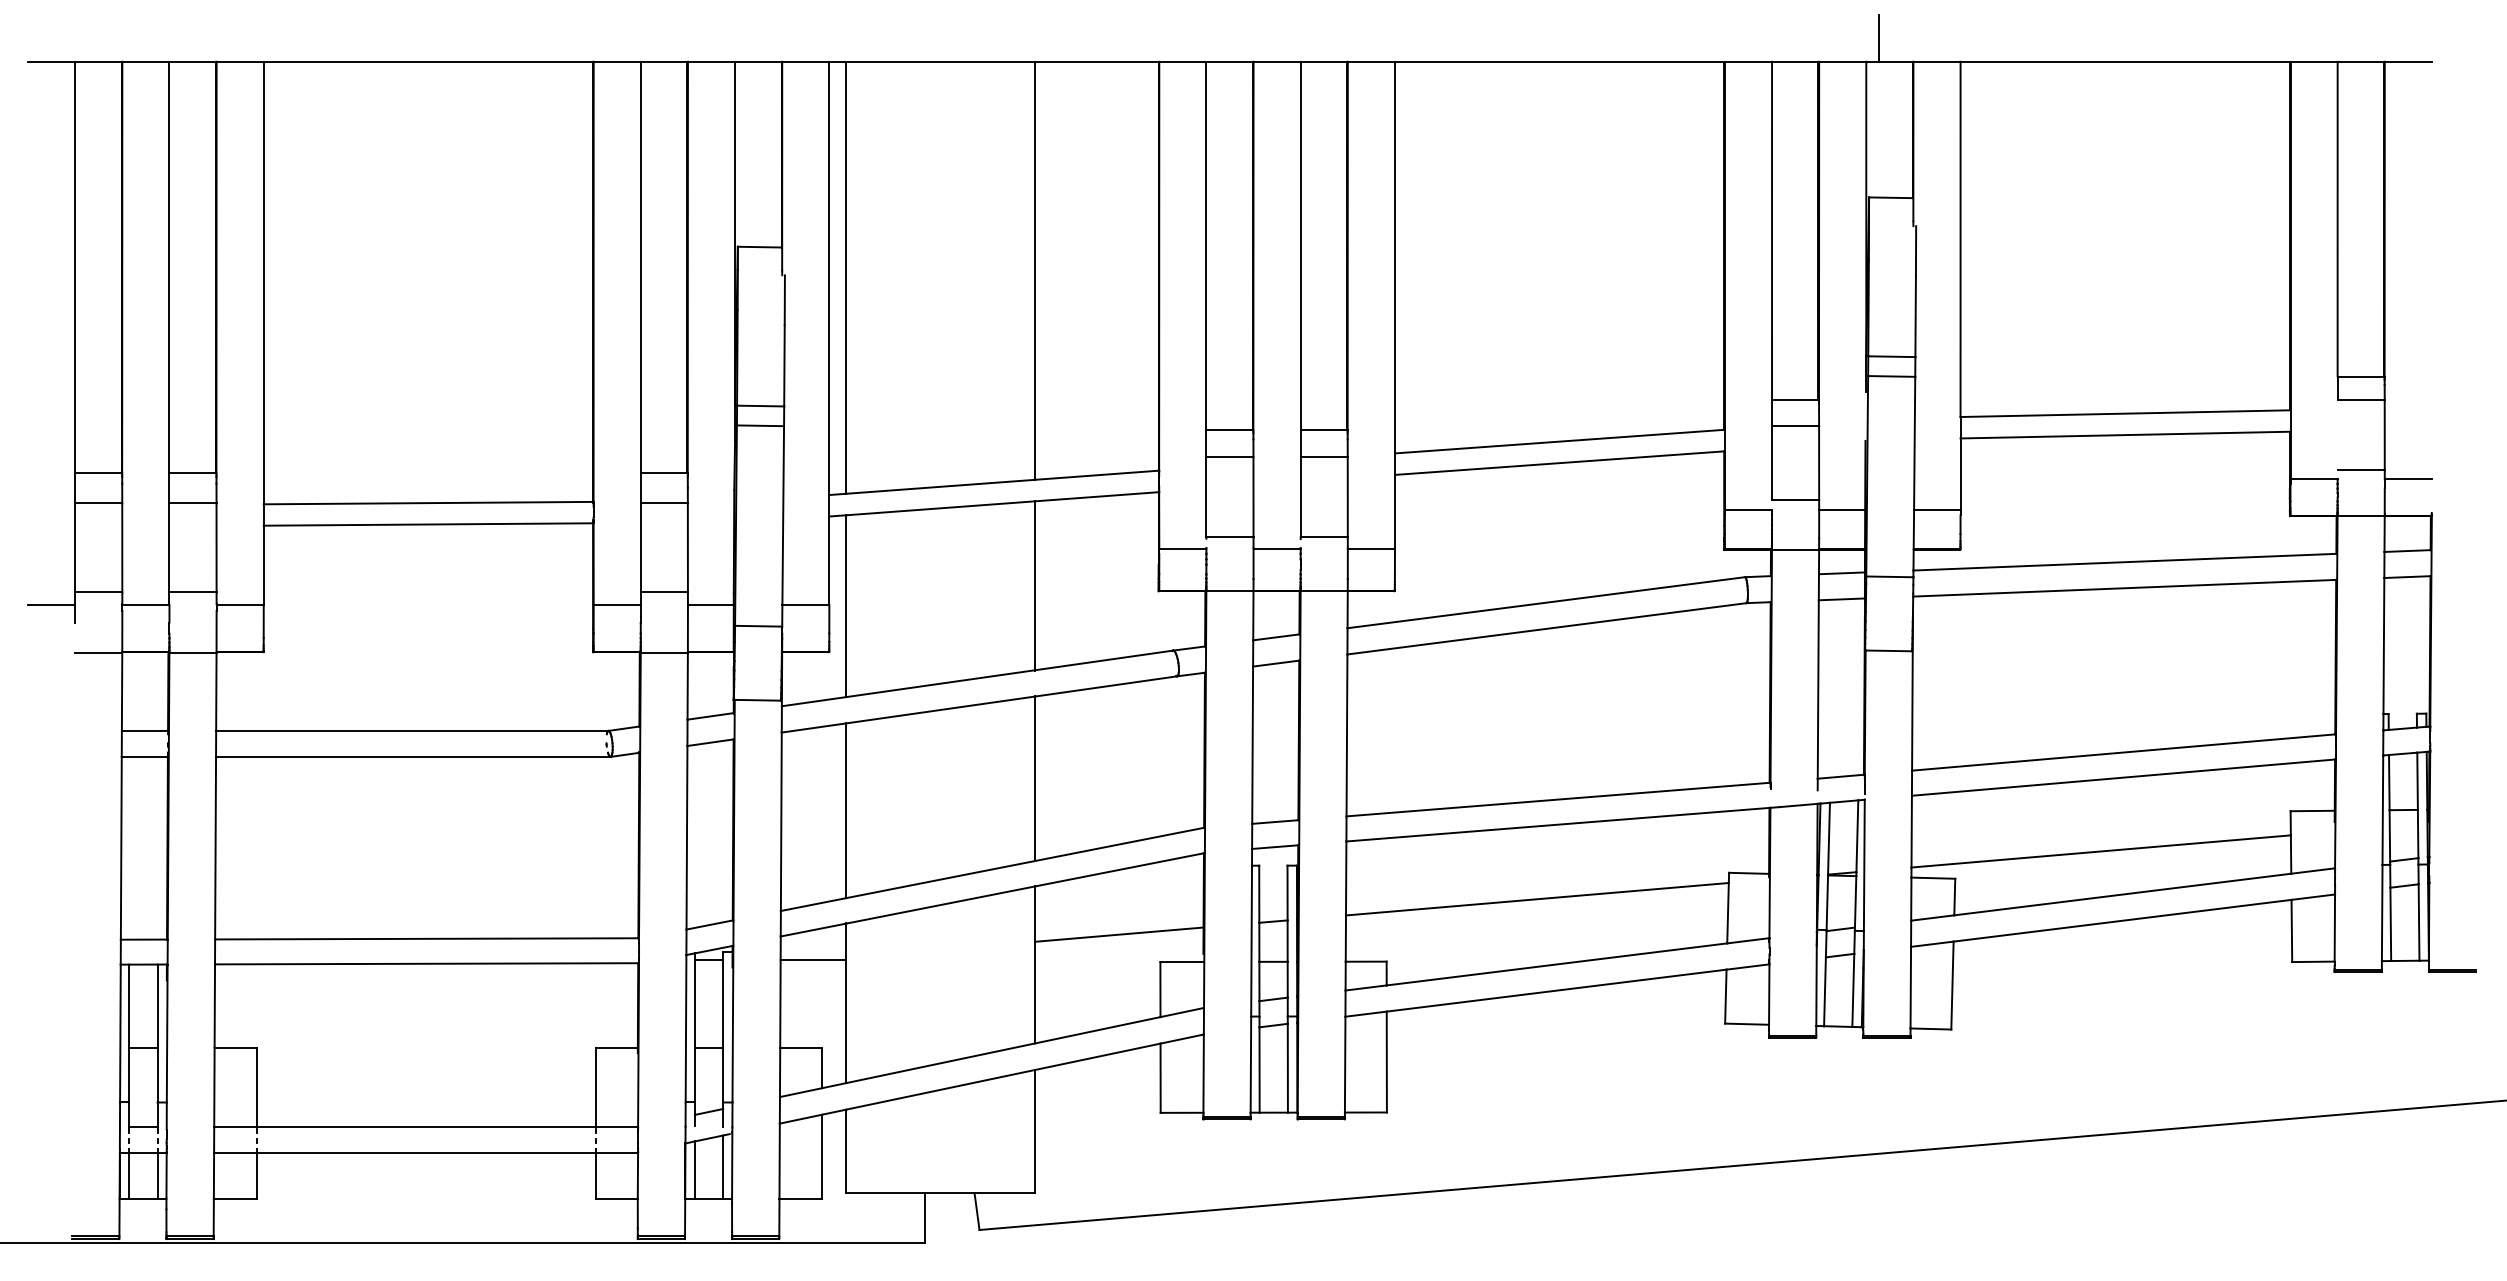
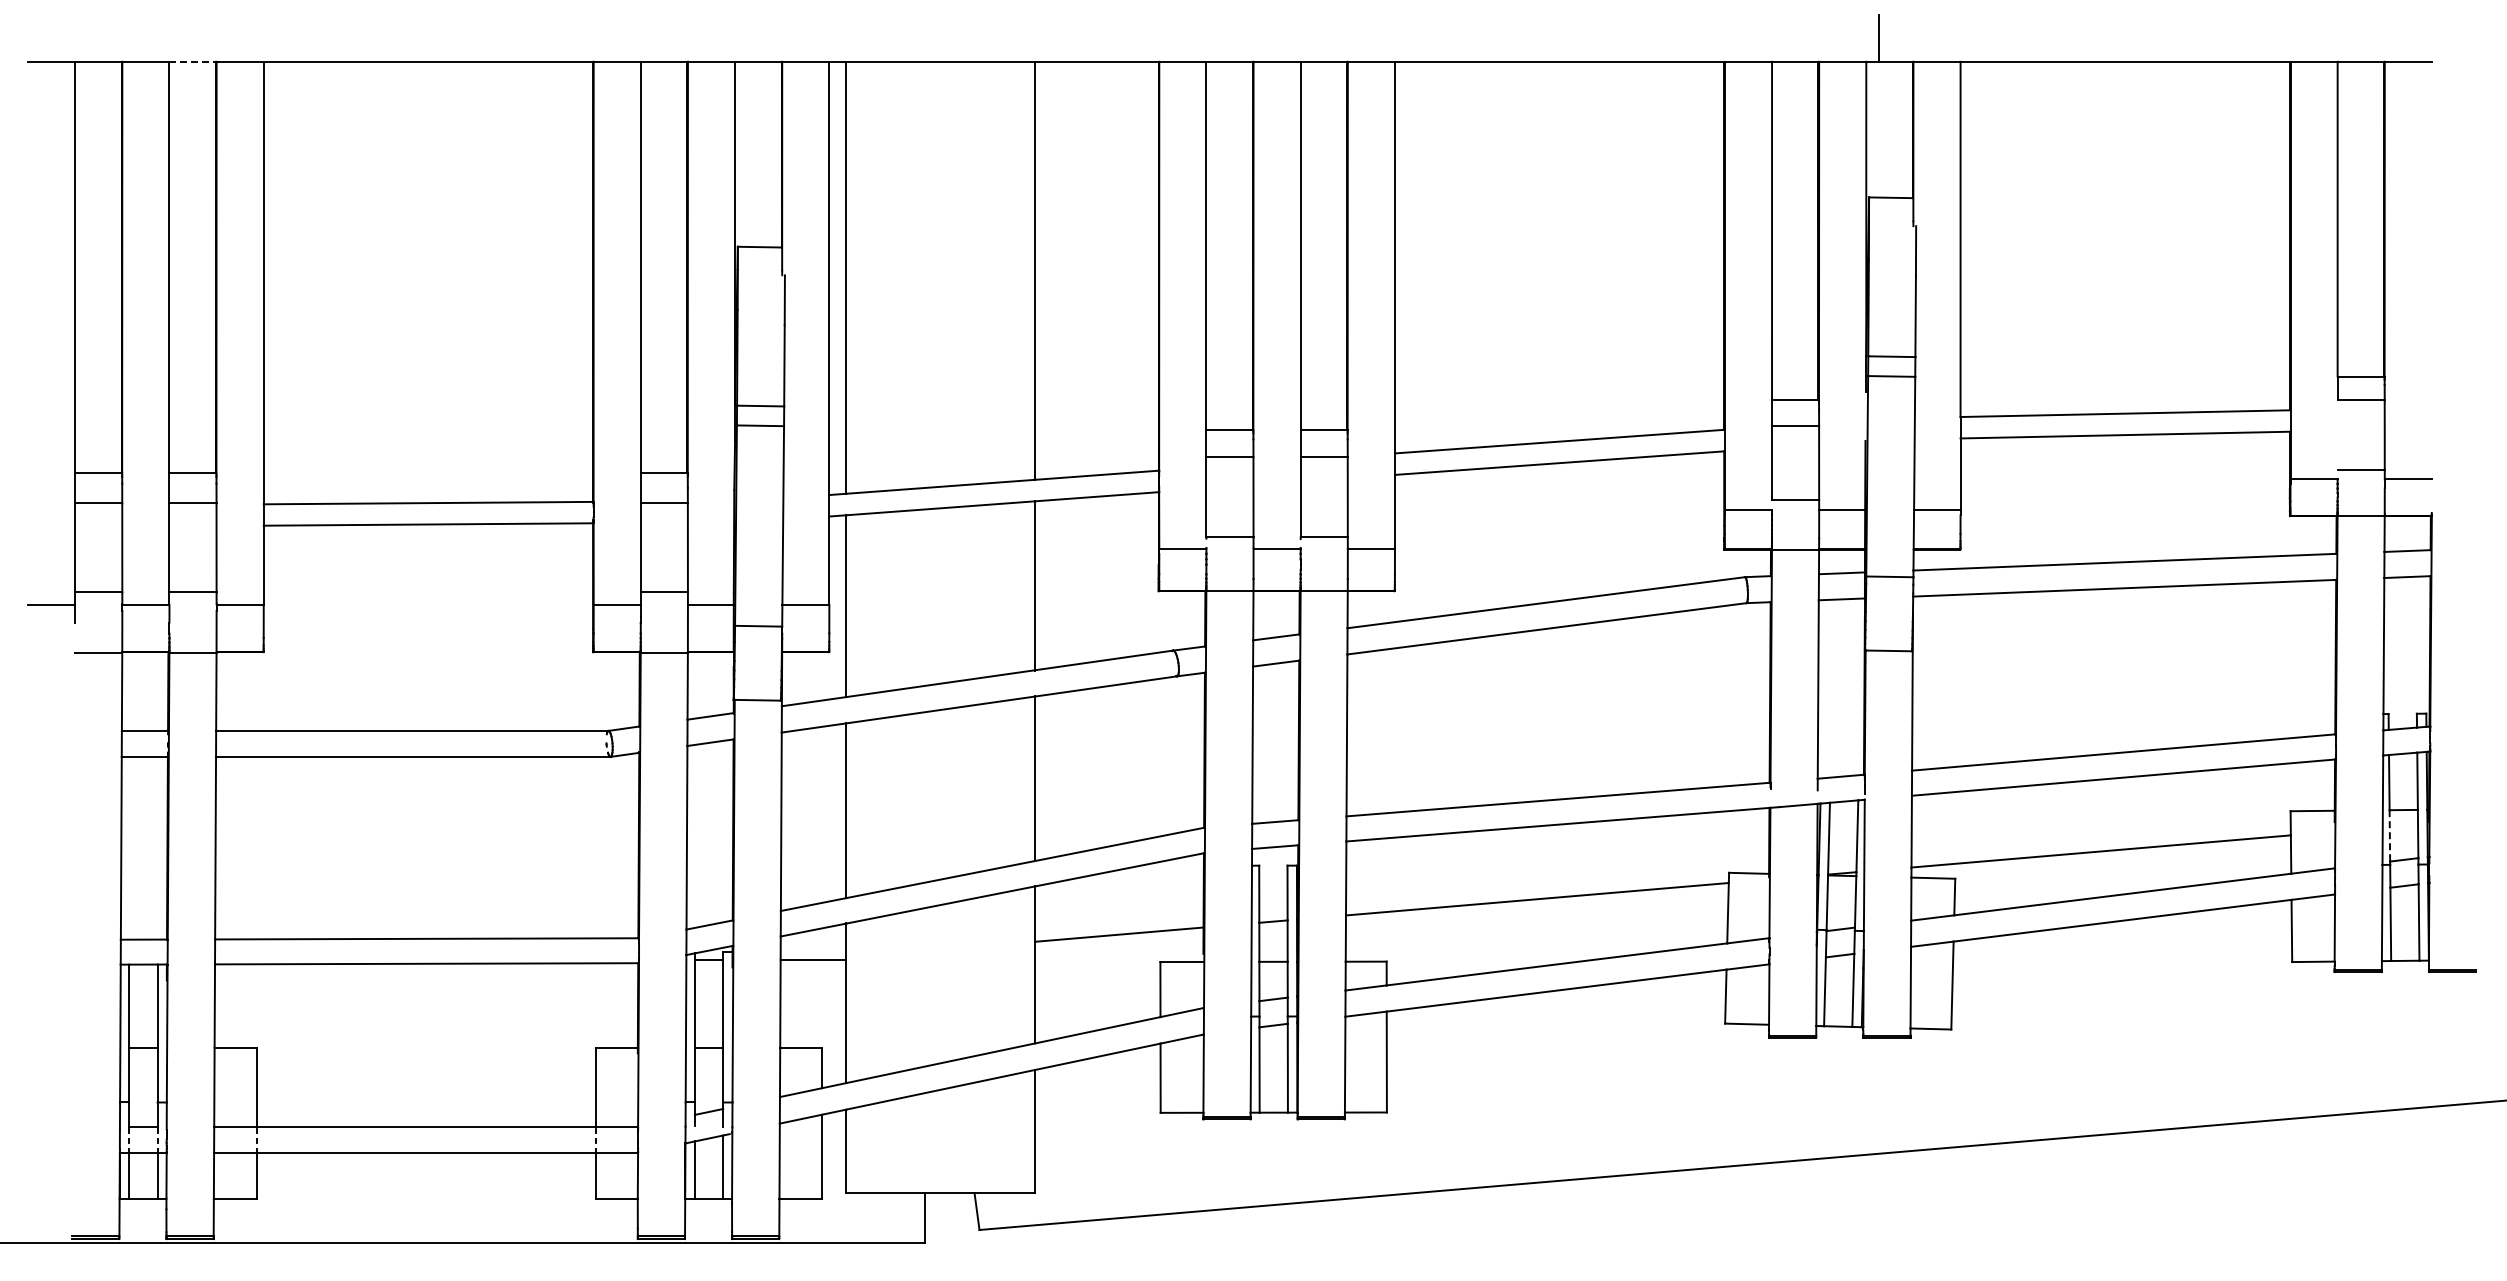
line at (193, 61): solid -> dashed
line at (2389, 835): solid -> dashed
